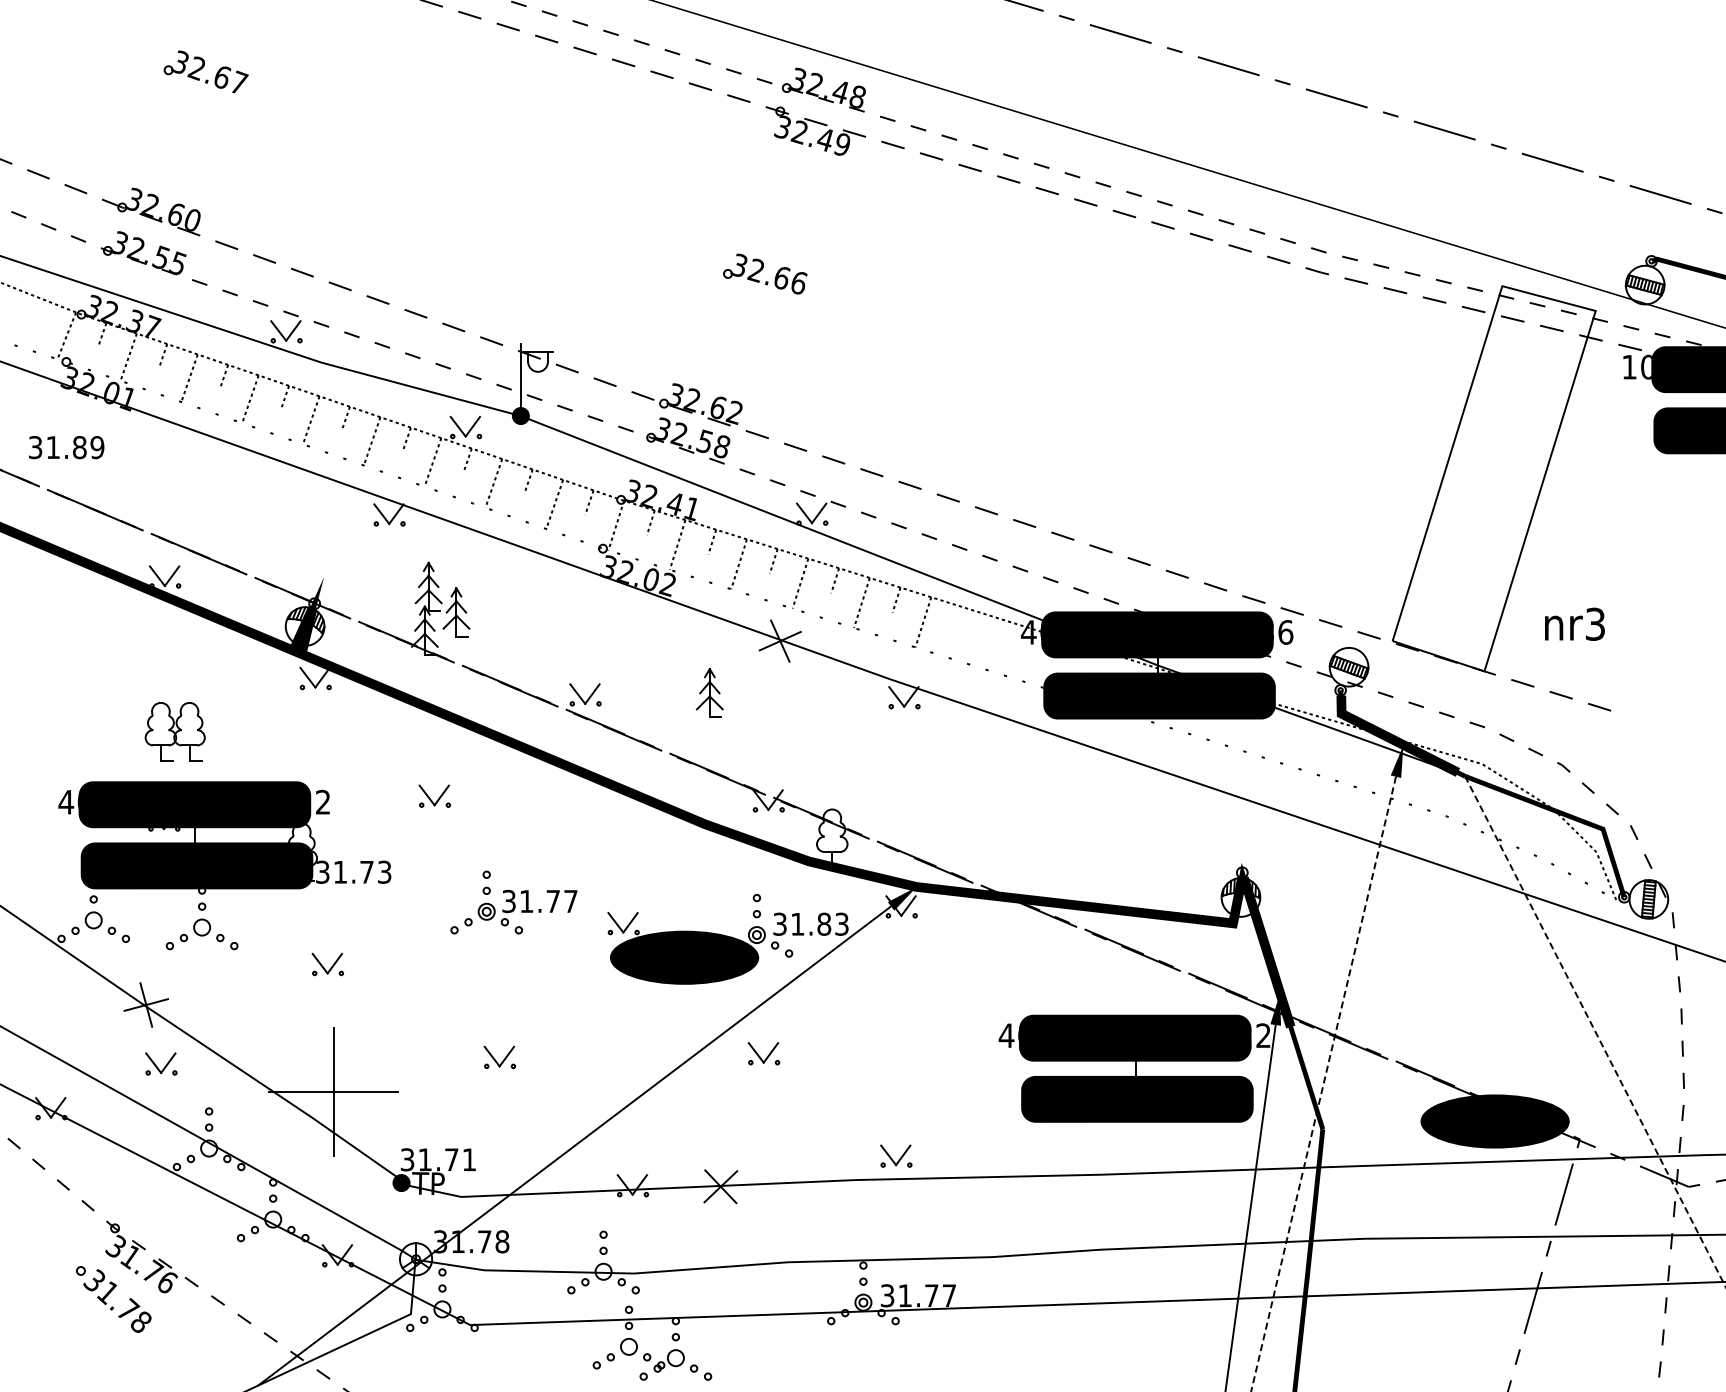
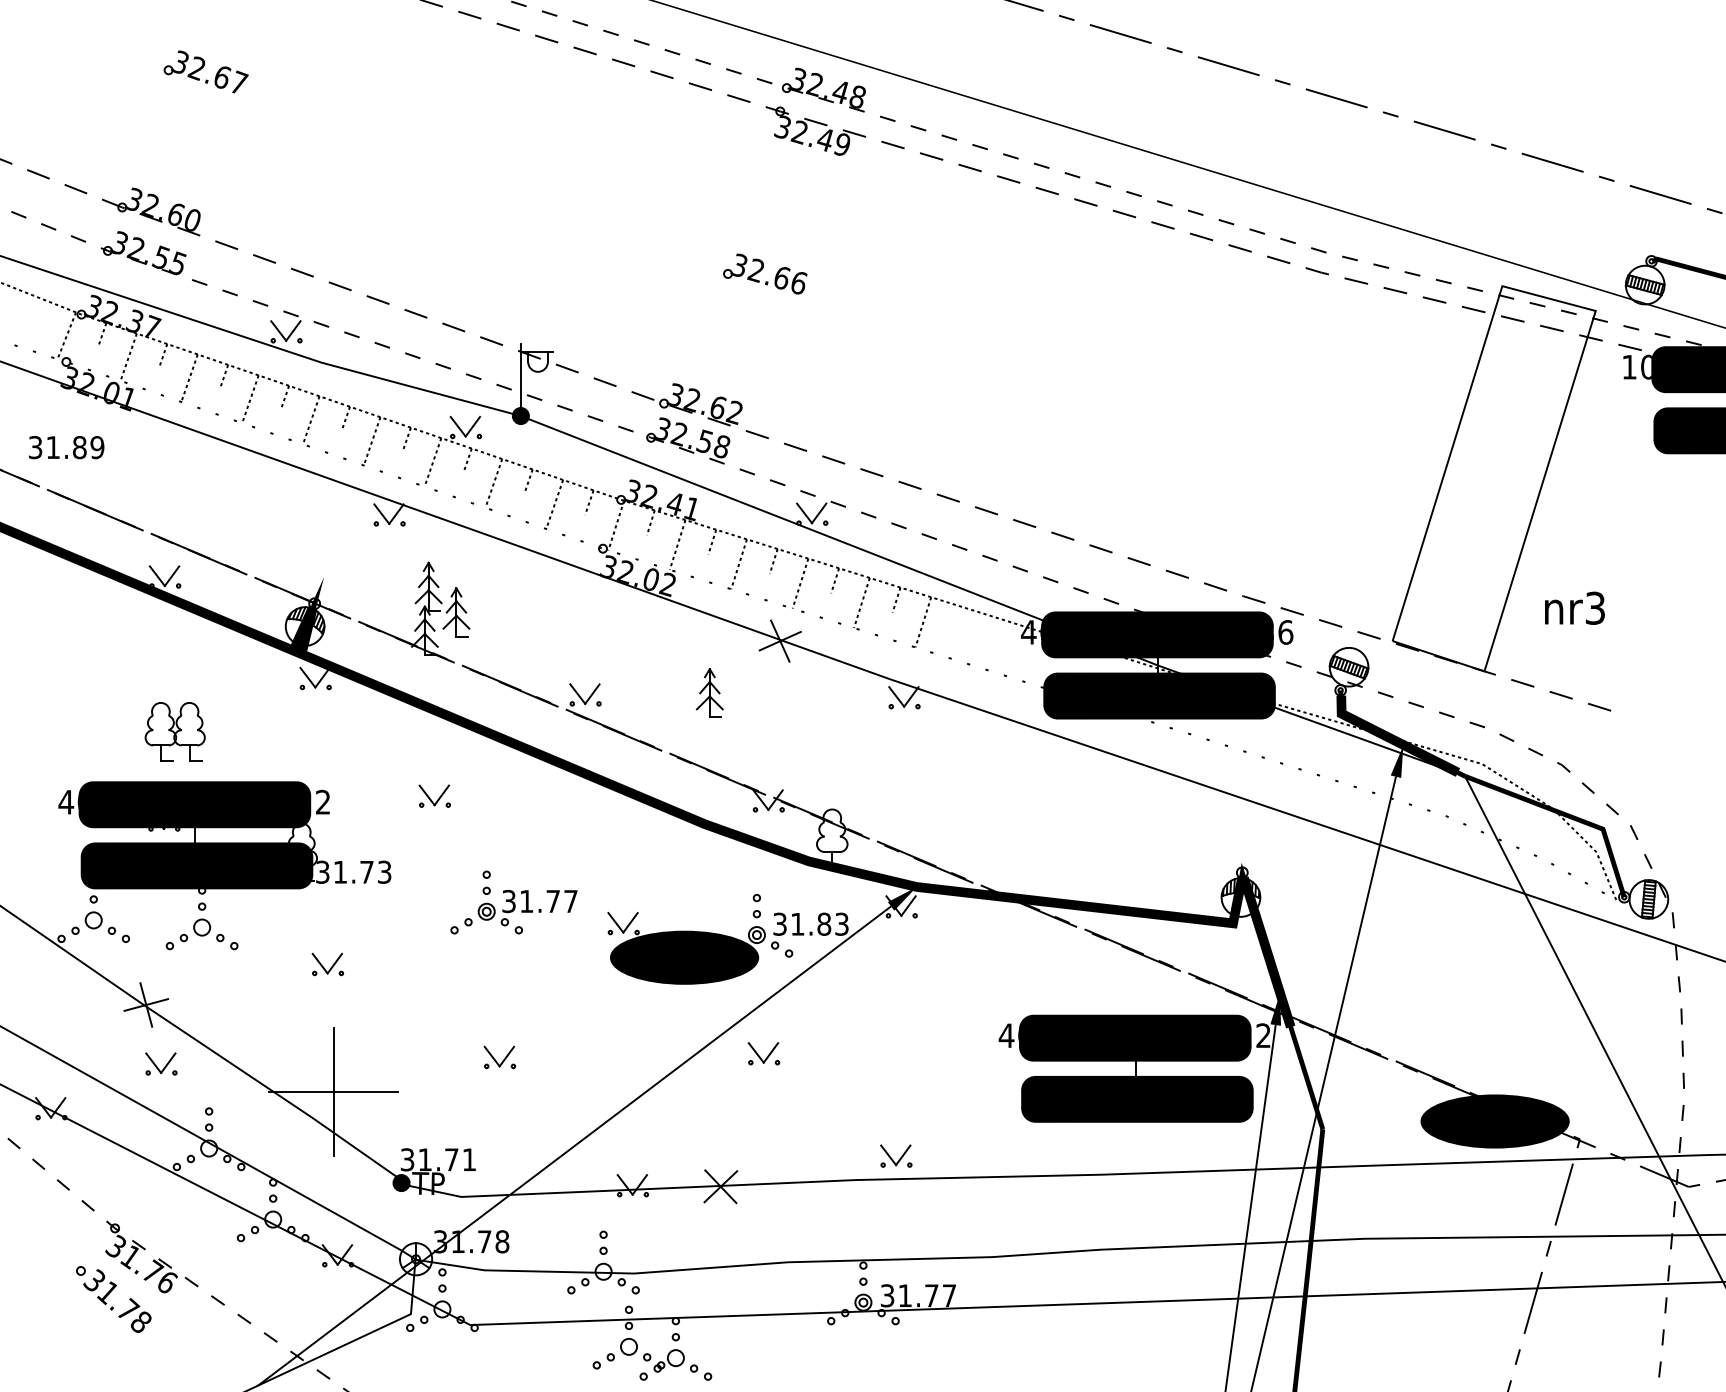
text at (1574, 623) position: (1574, 623) -> (1574, 607)
line at (1595, 1031): dashed -> solid
line at (1323, 1084): dashed -> solid
